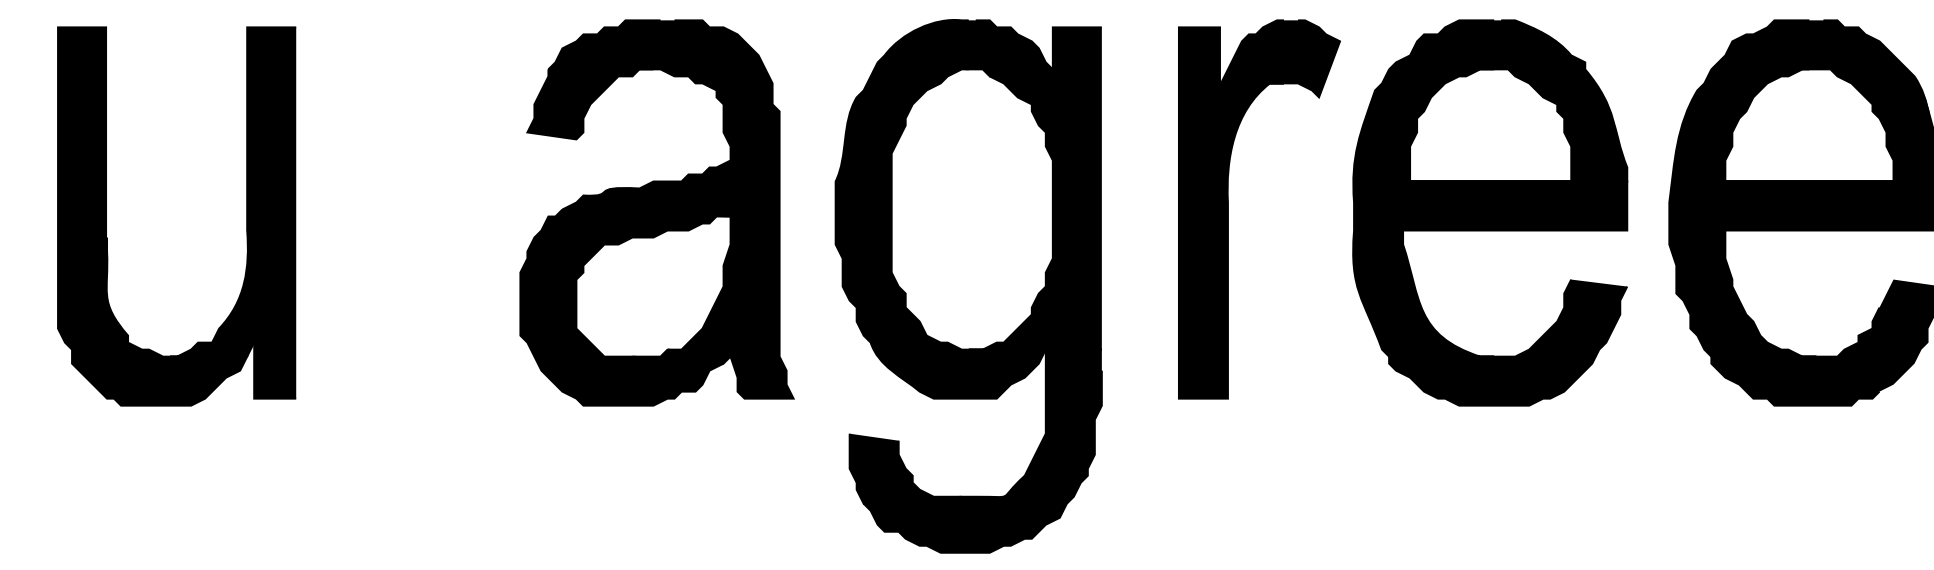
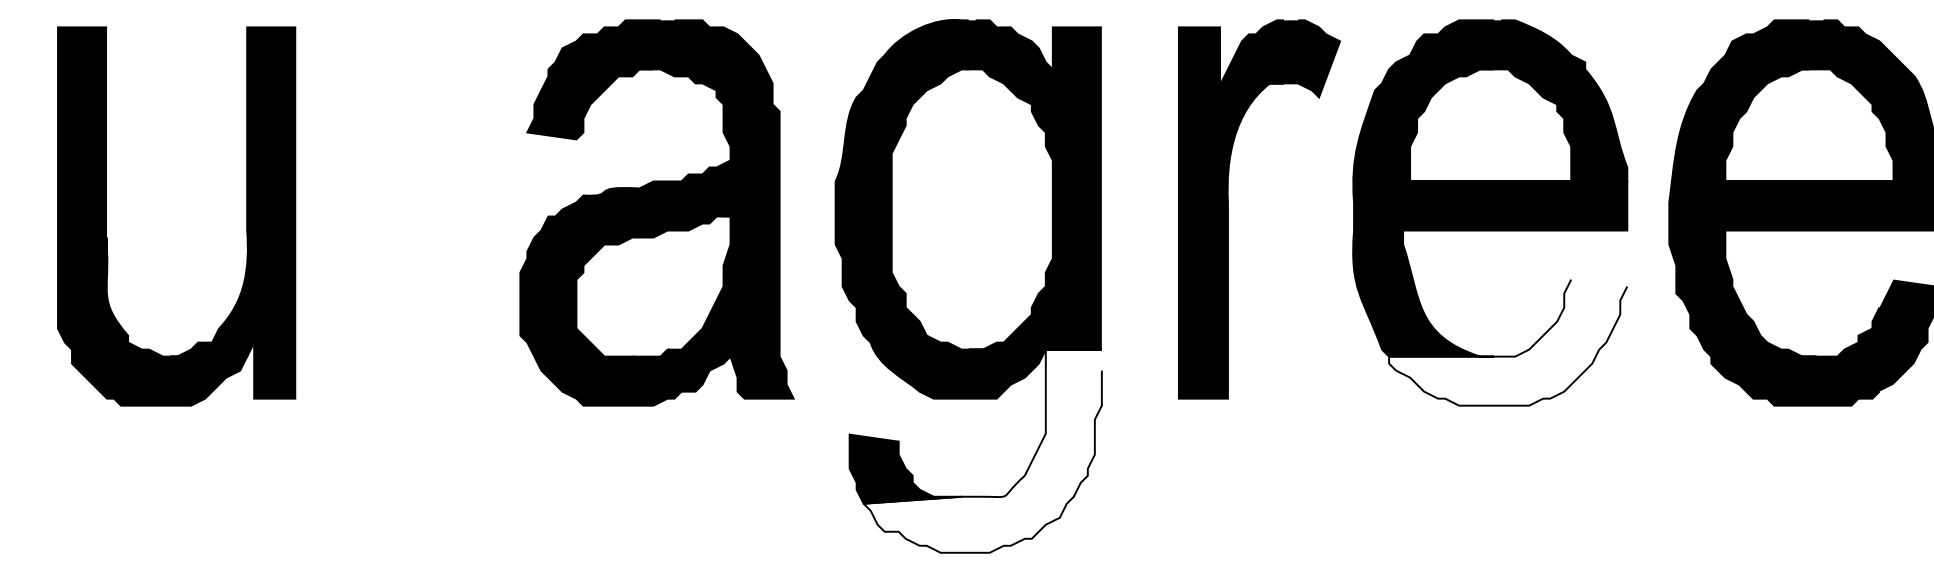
fill at (1508, 342): present -> none
fill at (982, 450): present -> none
